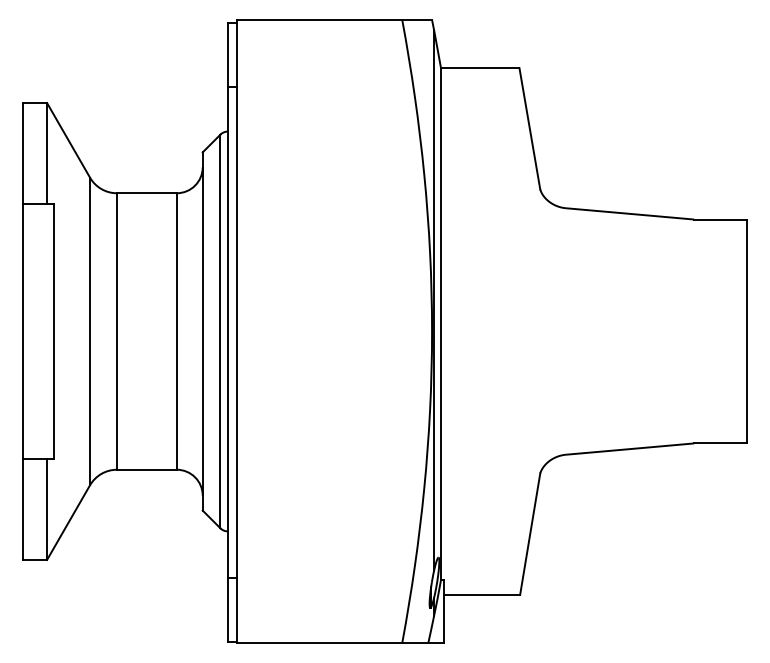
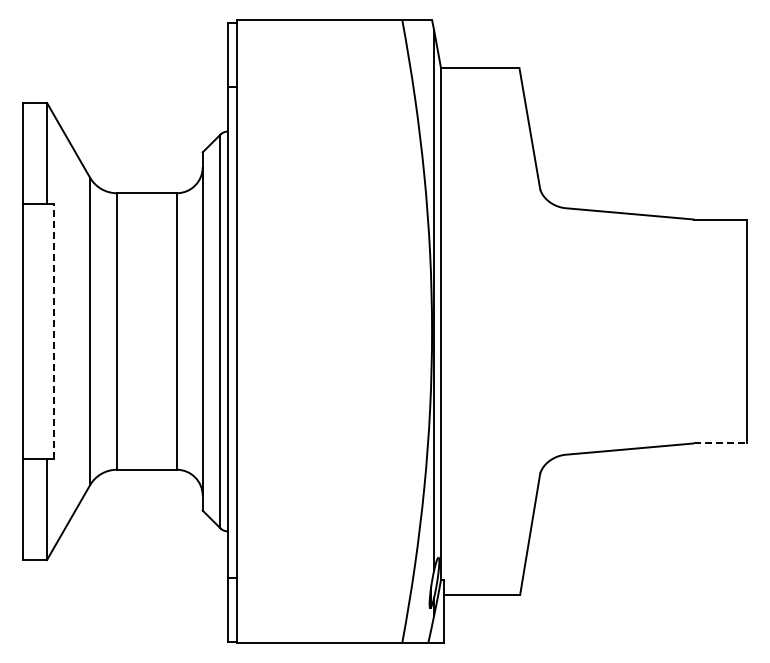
line at (54, 331): solid -> dashed
line at (721, 443): solid -> dashed
